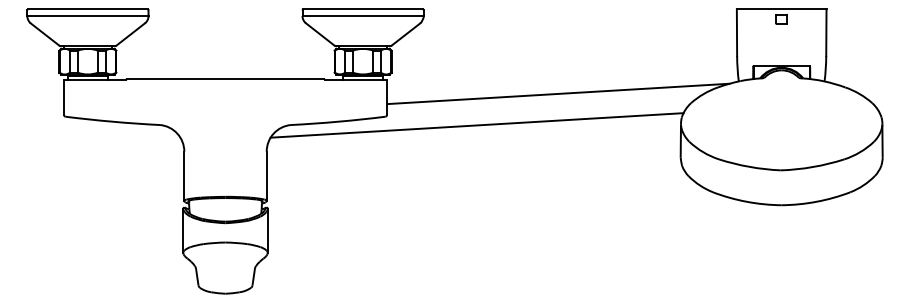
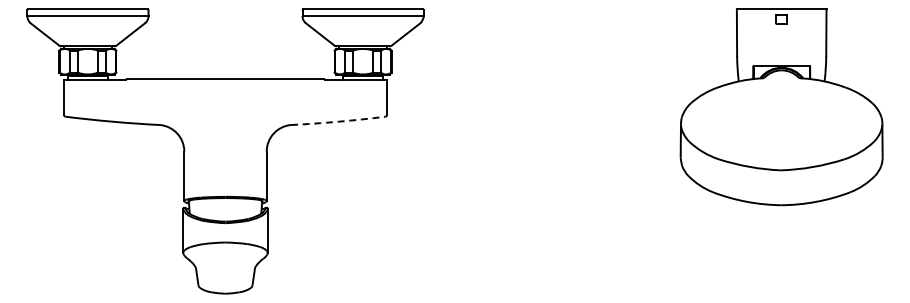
line at (557, 93): present -> none
arc at (338, 121): solid -> dashed
line at (476, 125): present -> none
